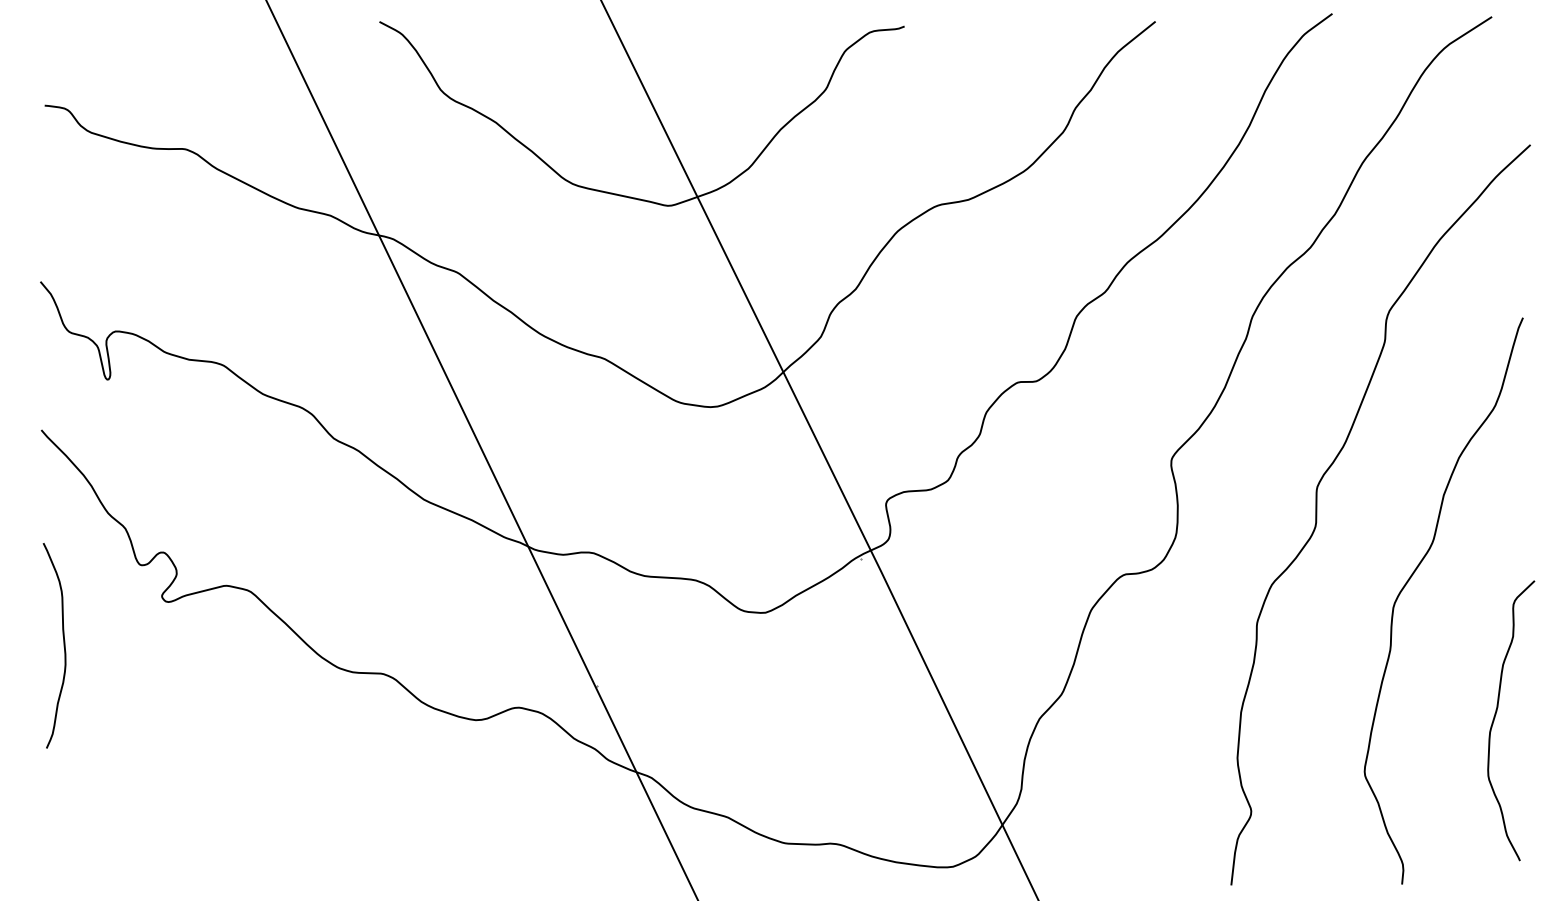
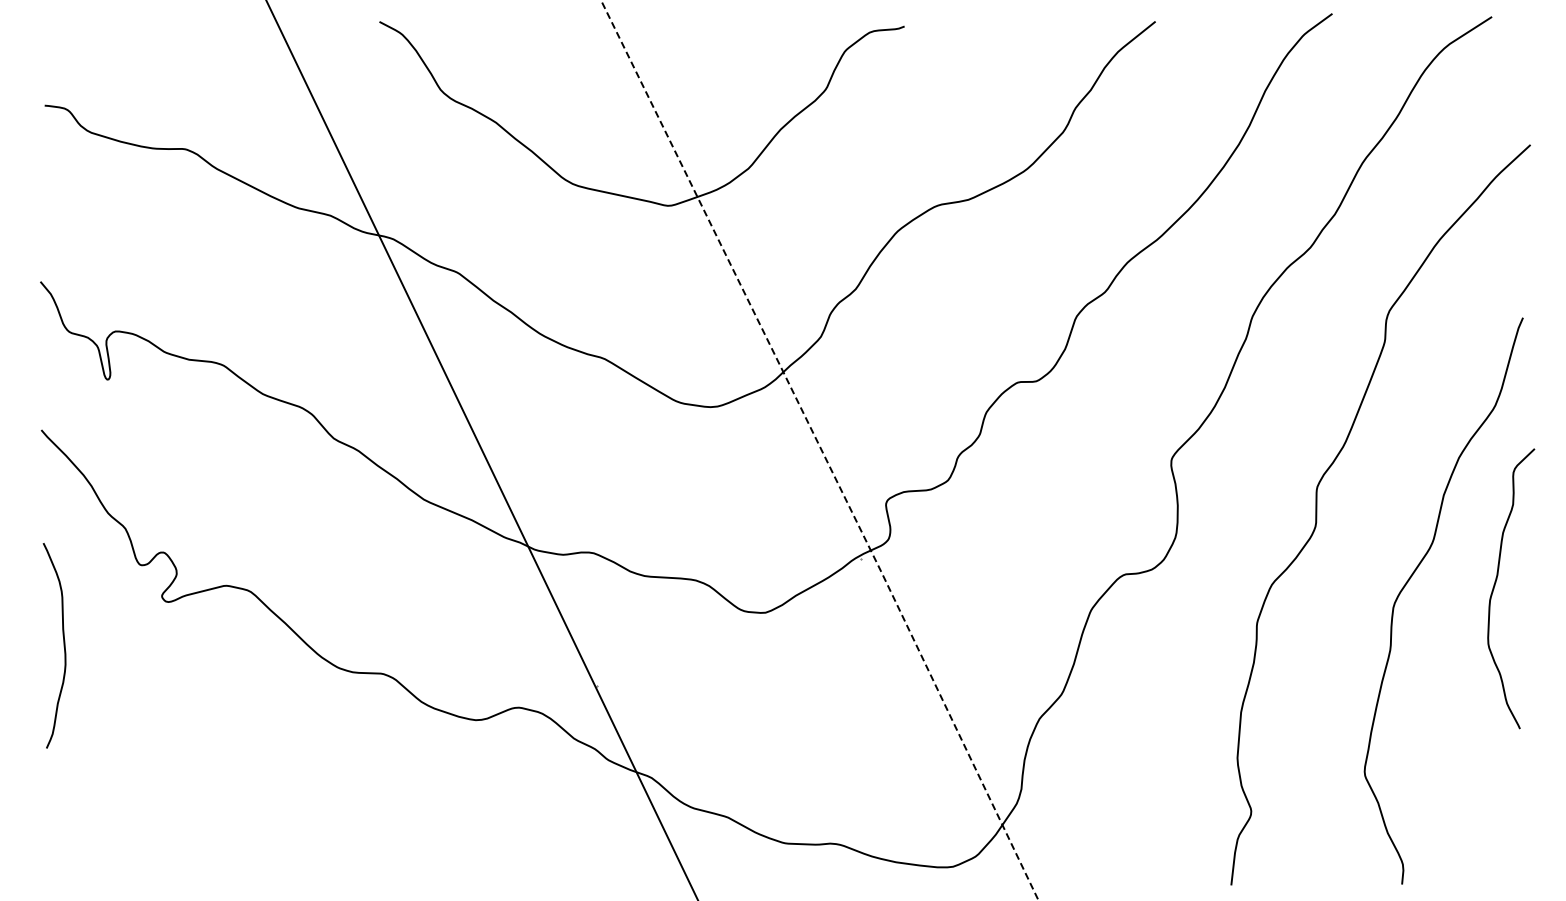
line at (821, 450): solid -> dashed
curve at (1495, 718) position: (1495, 718) -> (1495, 586)
